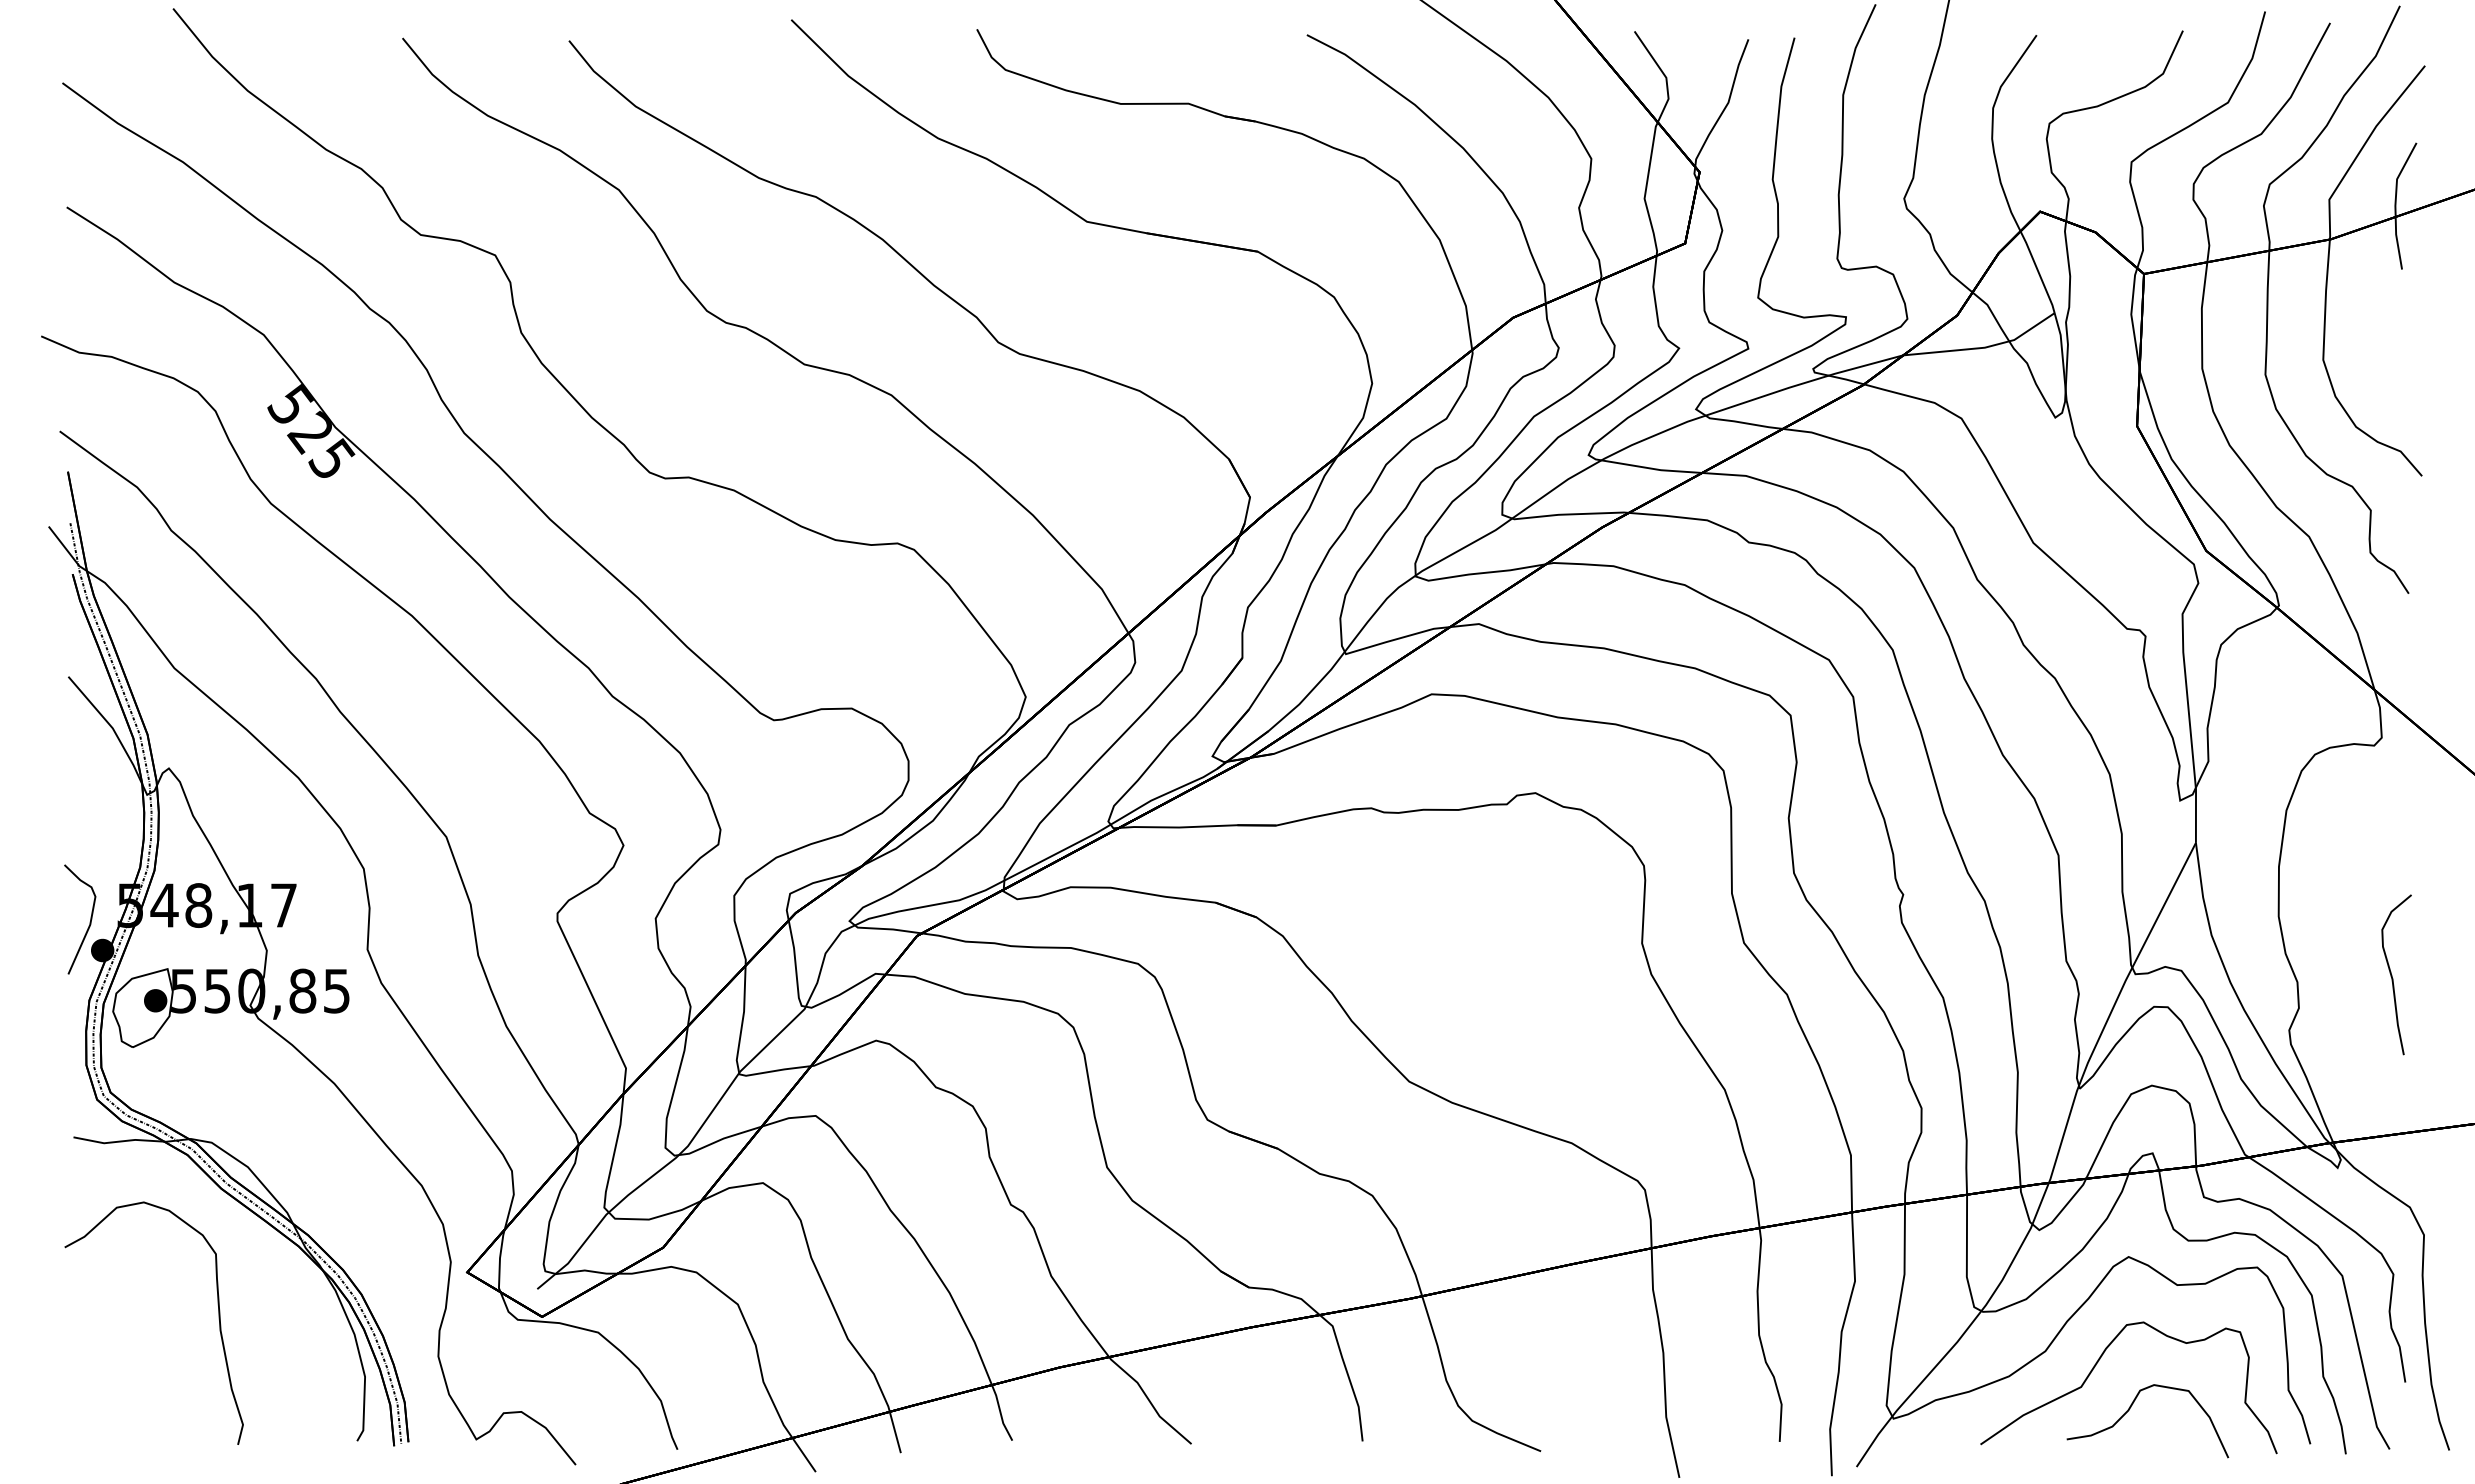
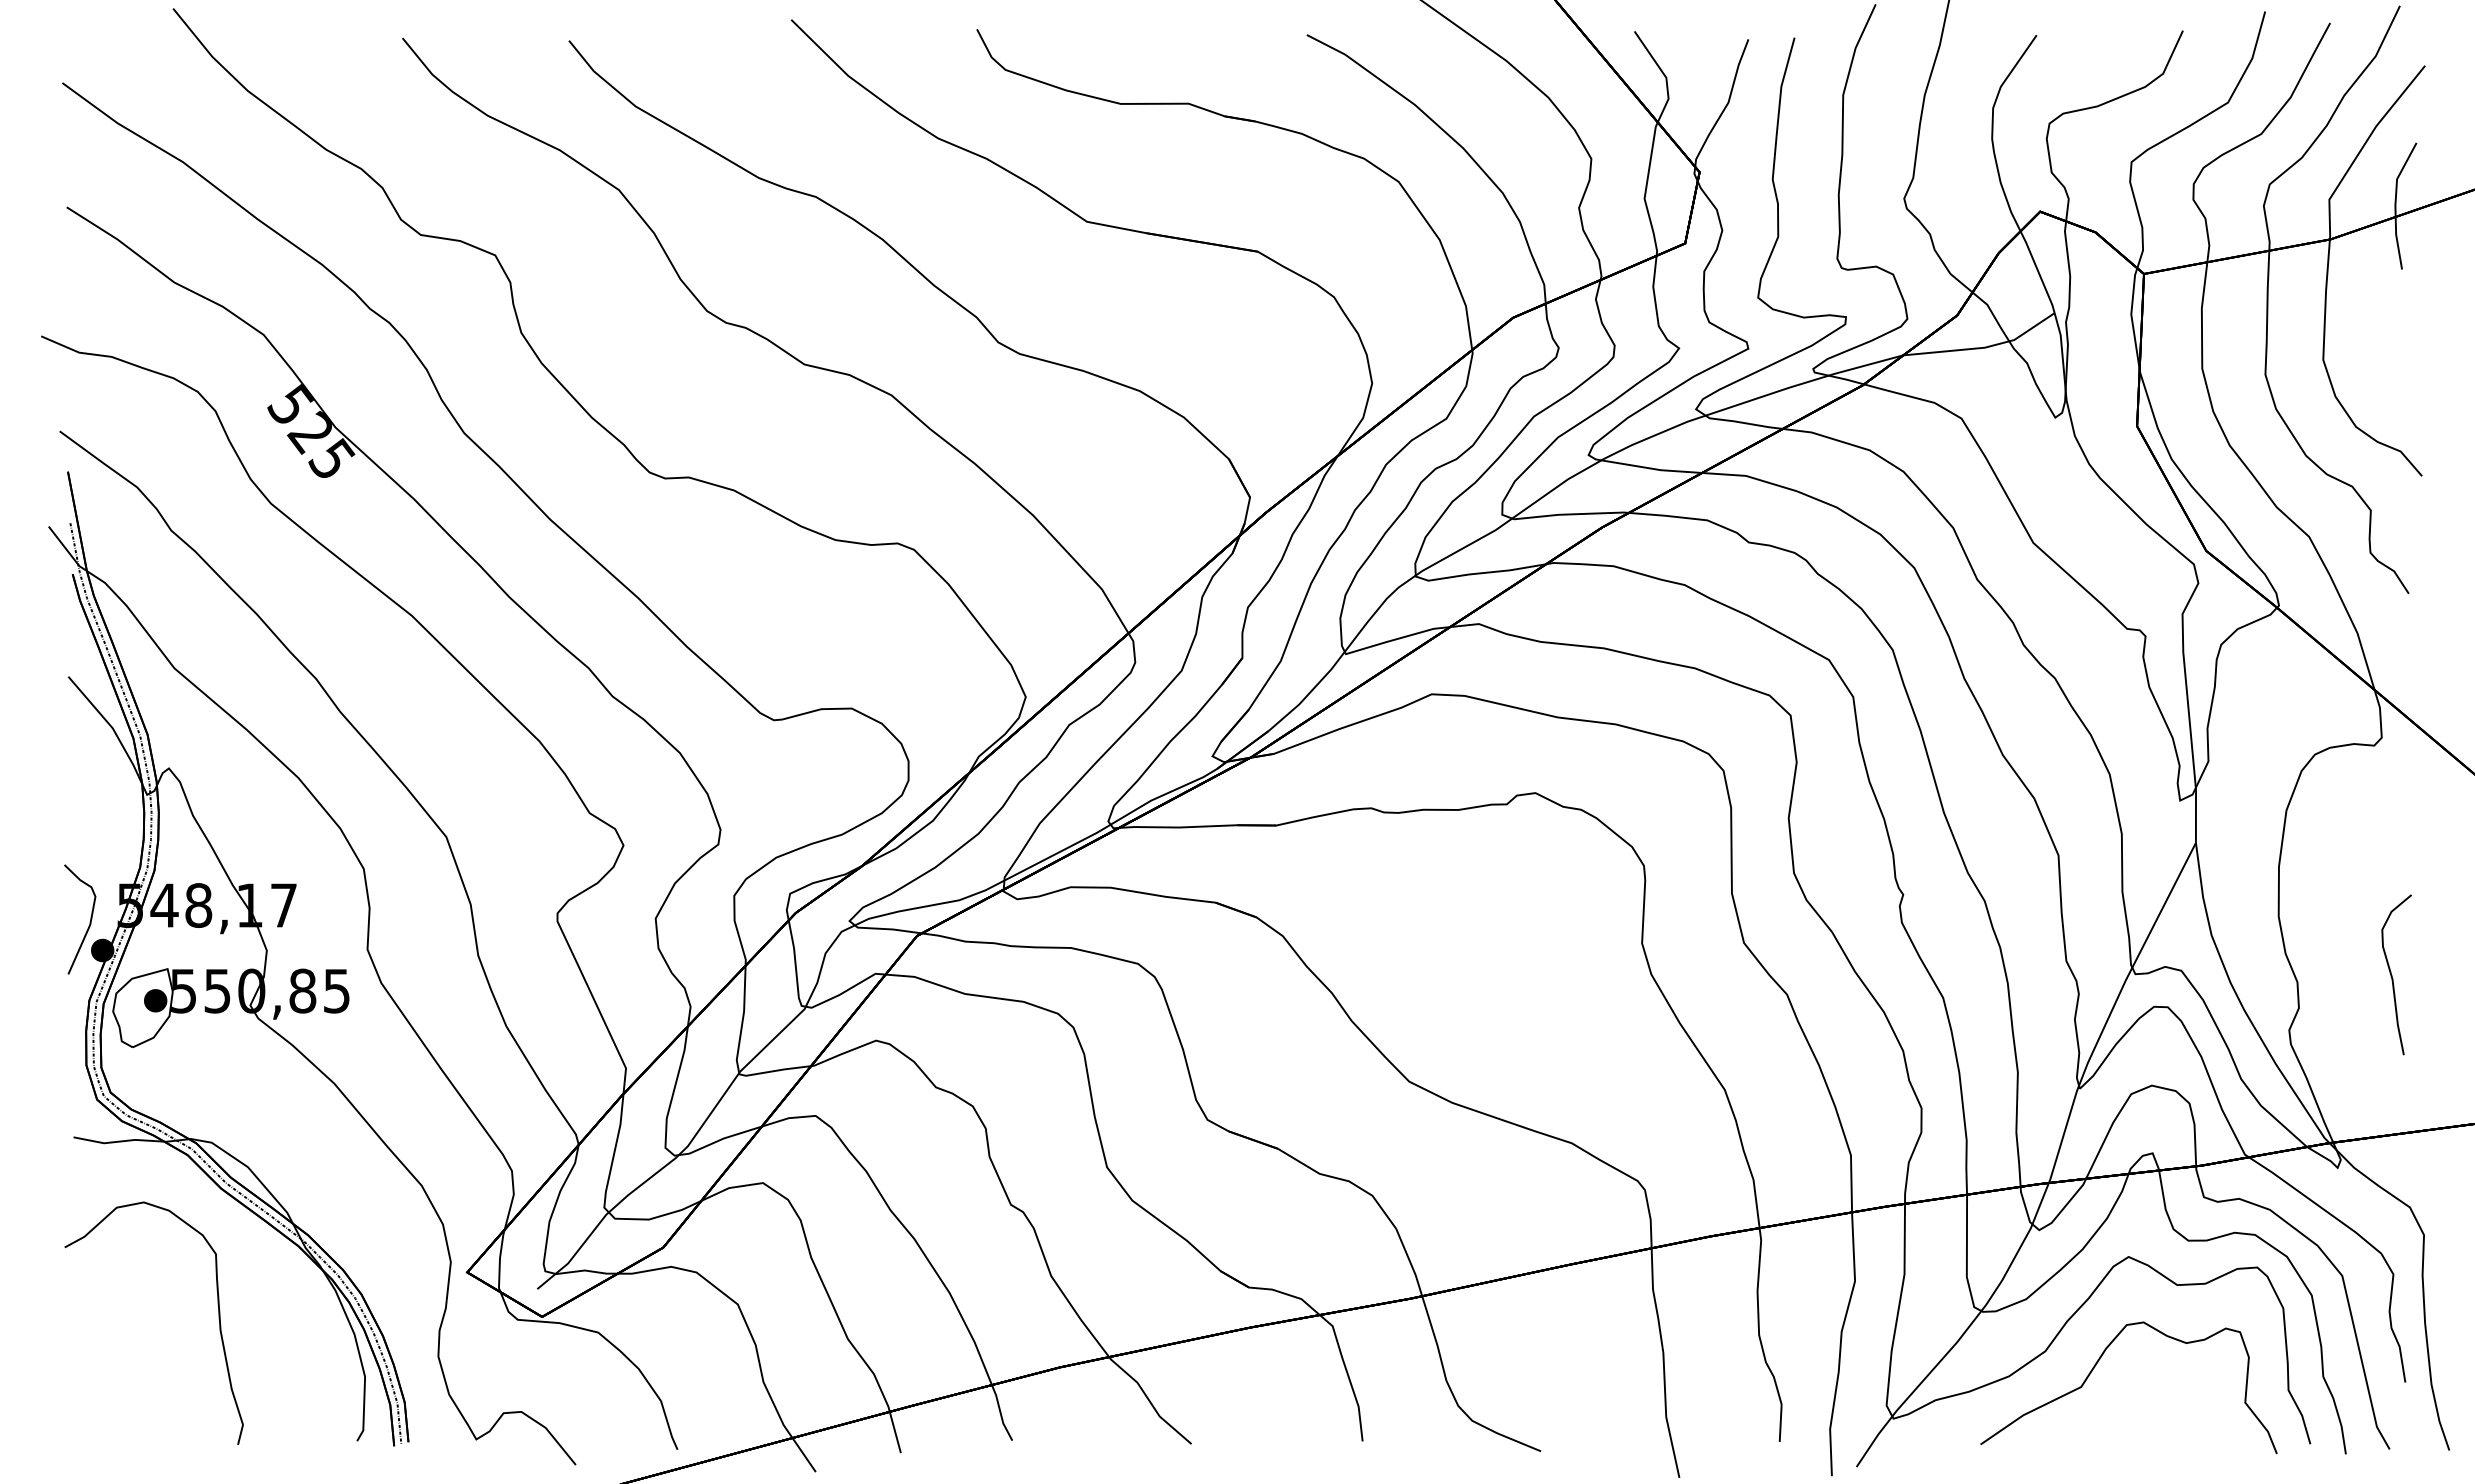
curve at (2129, 1410): present -> none
